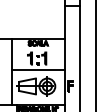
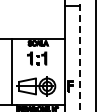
line at (80, 55): solid -> dashed
line at (37, 70): present -> none
